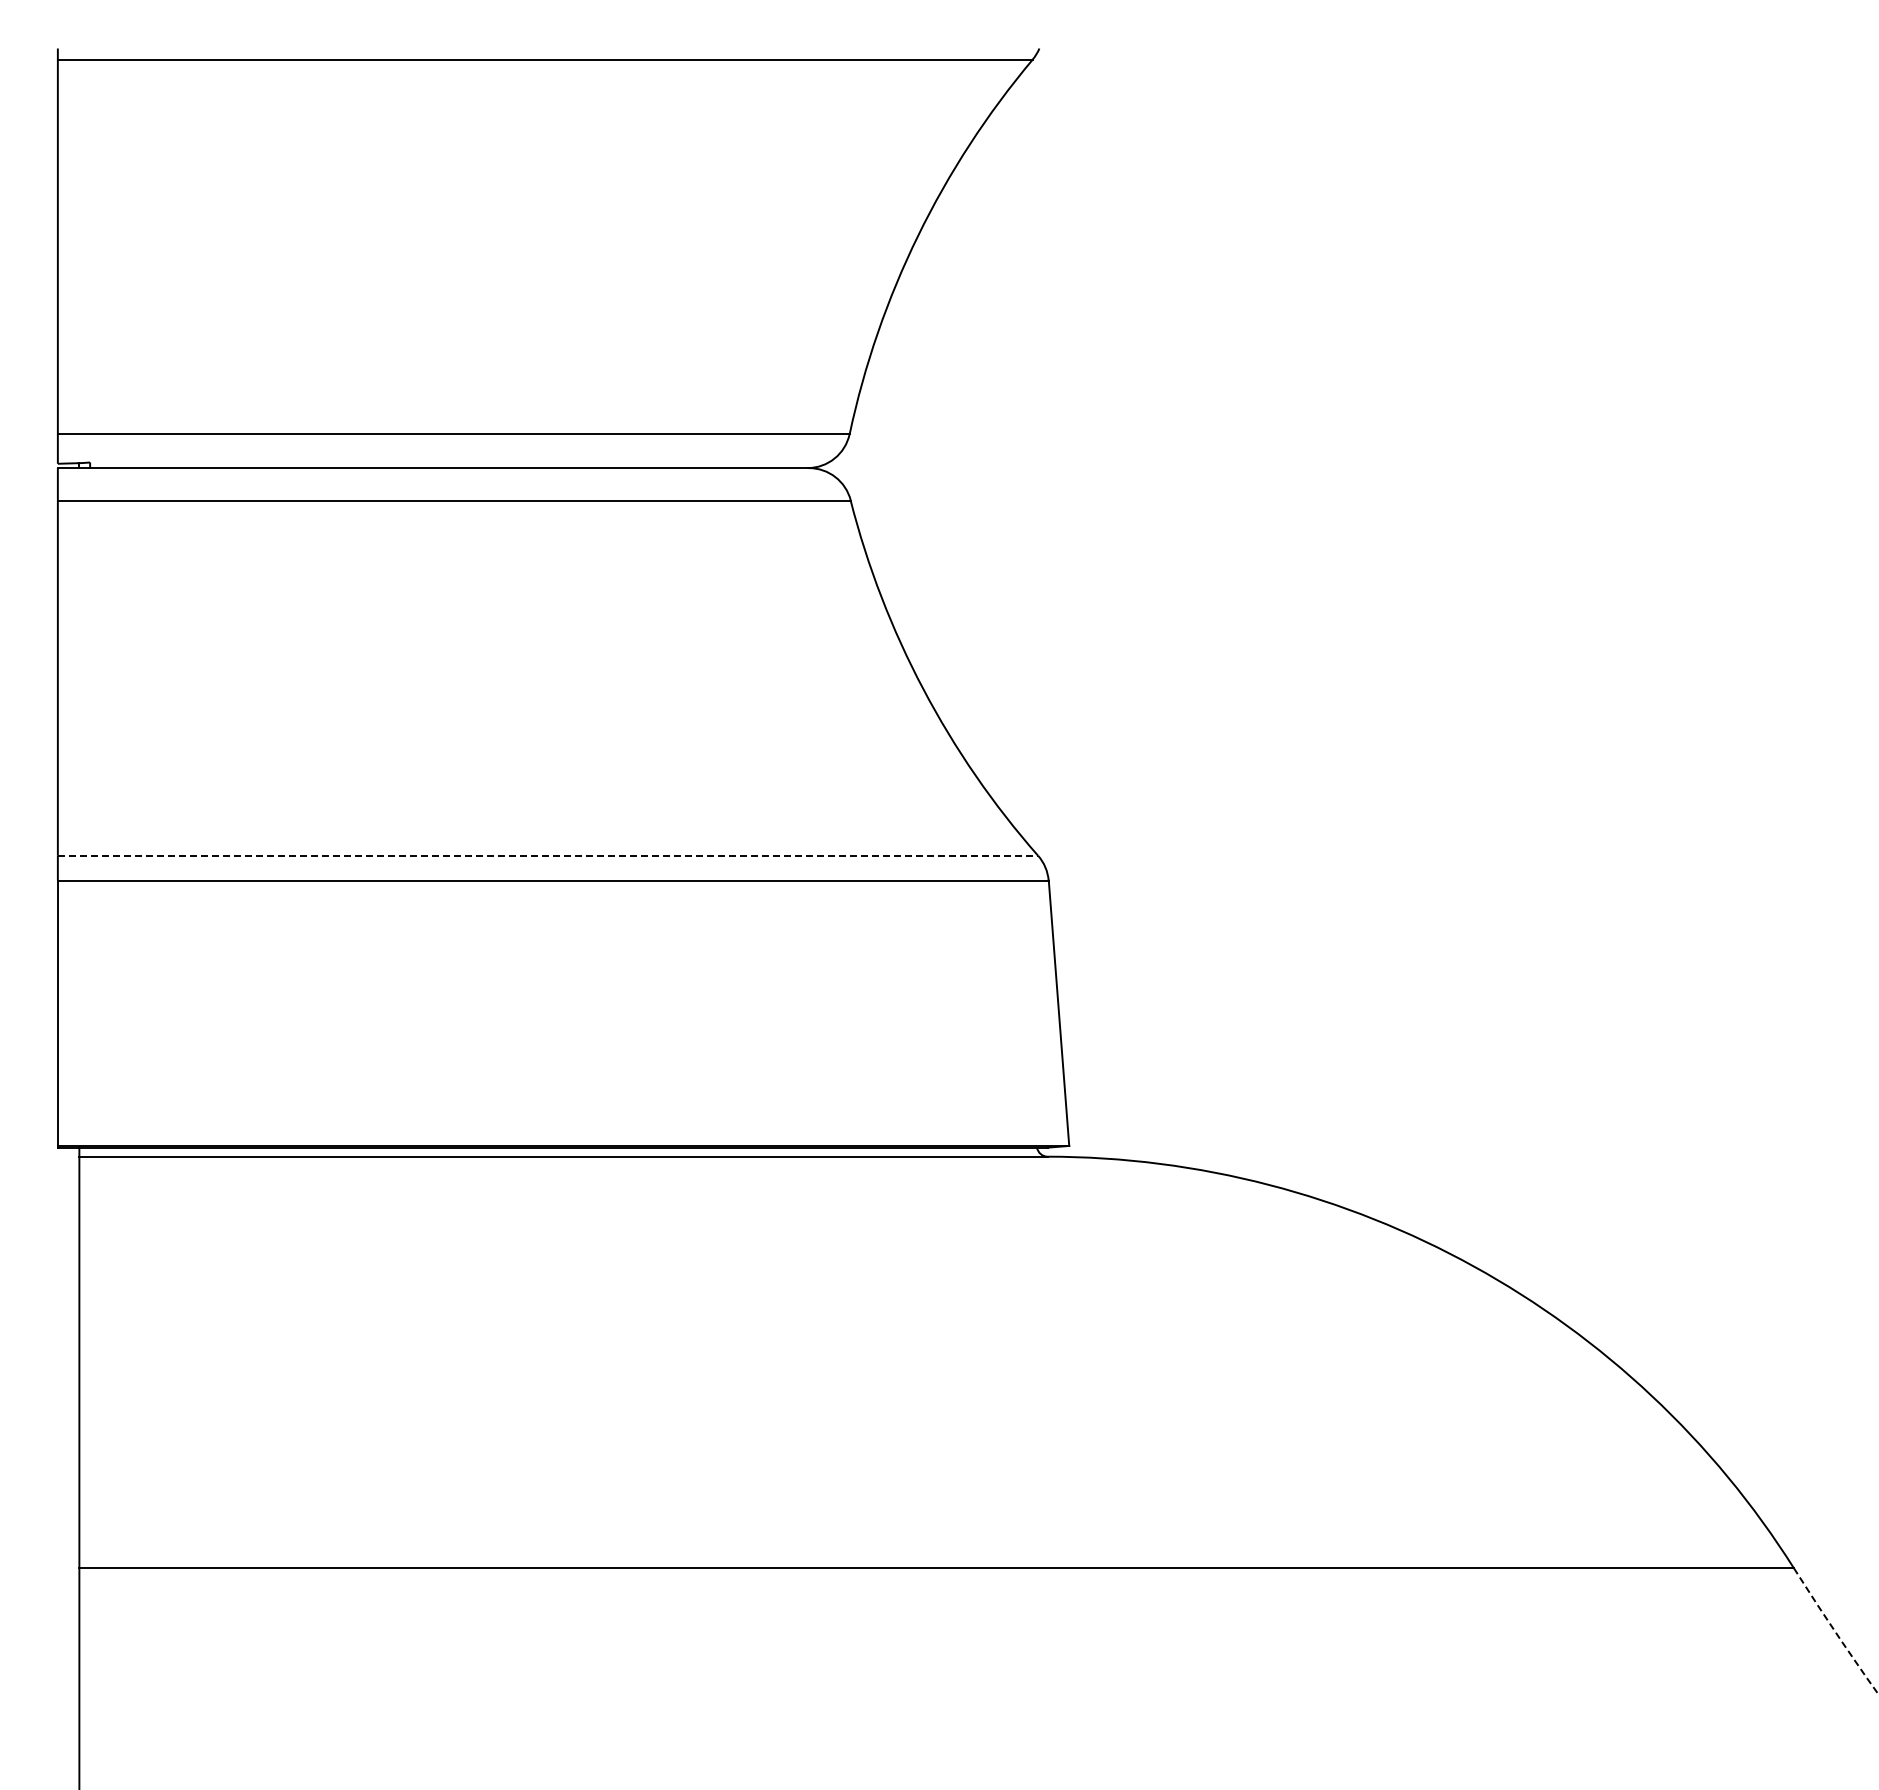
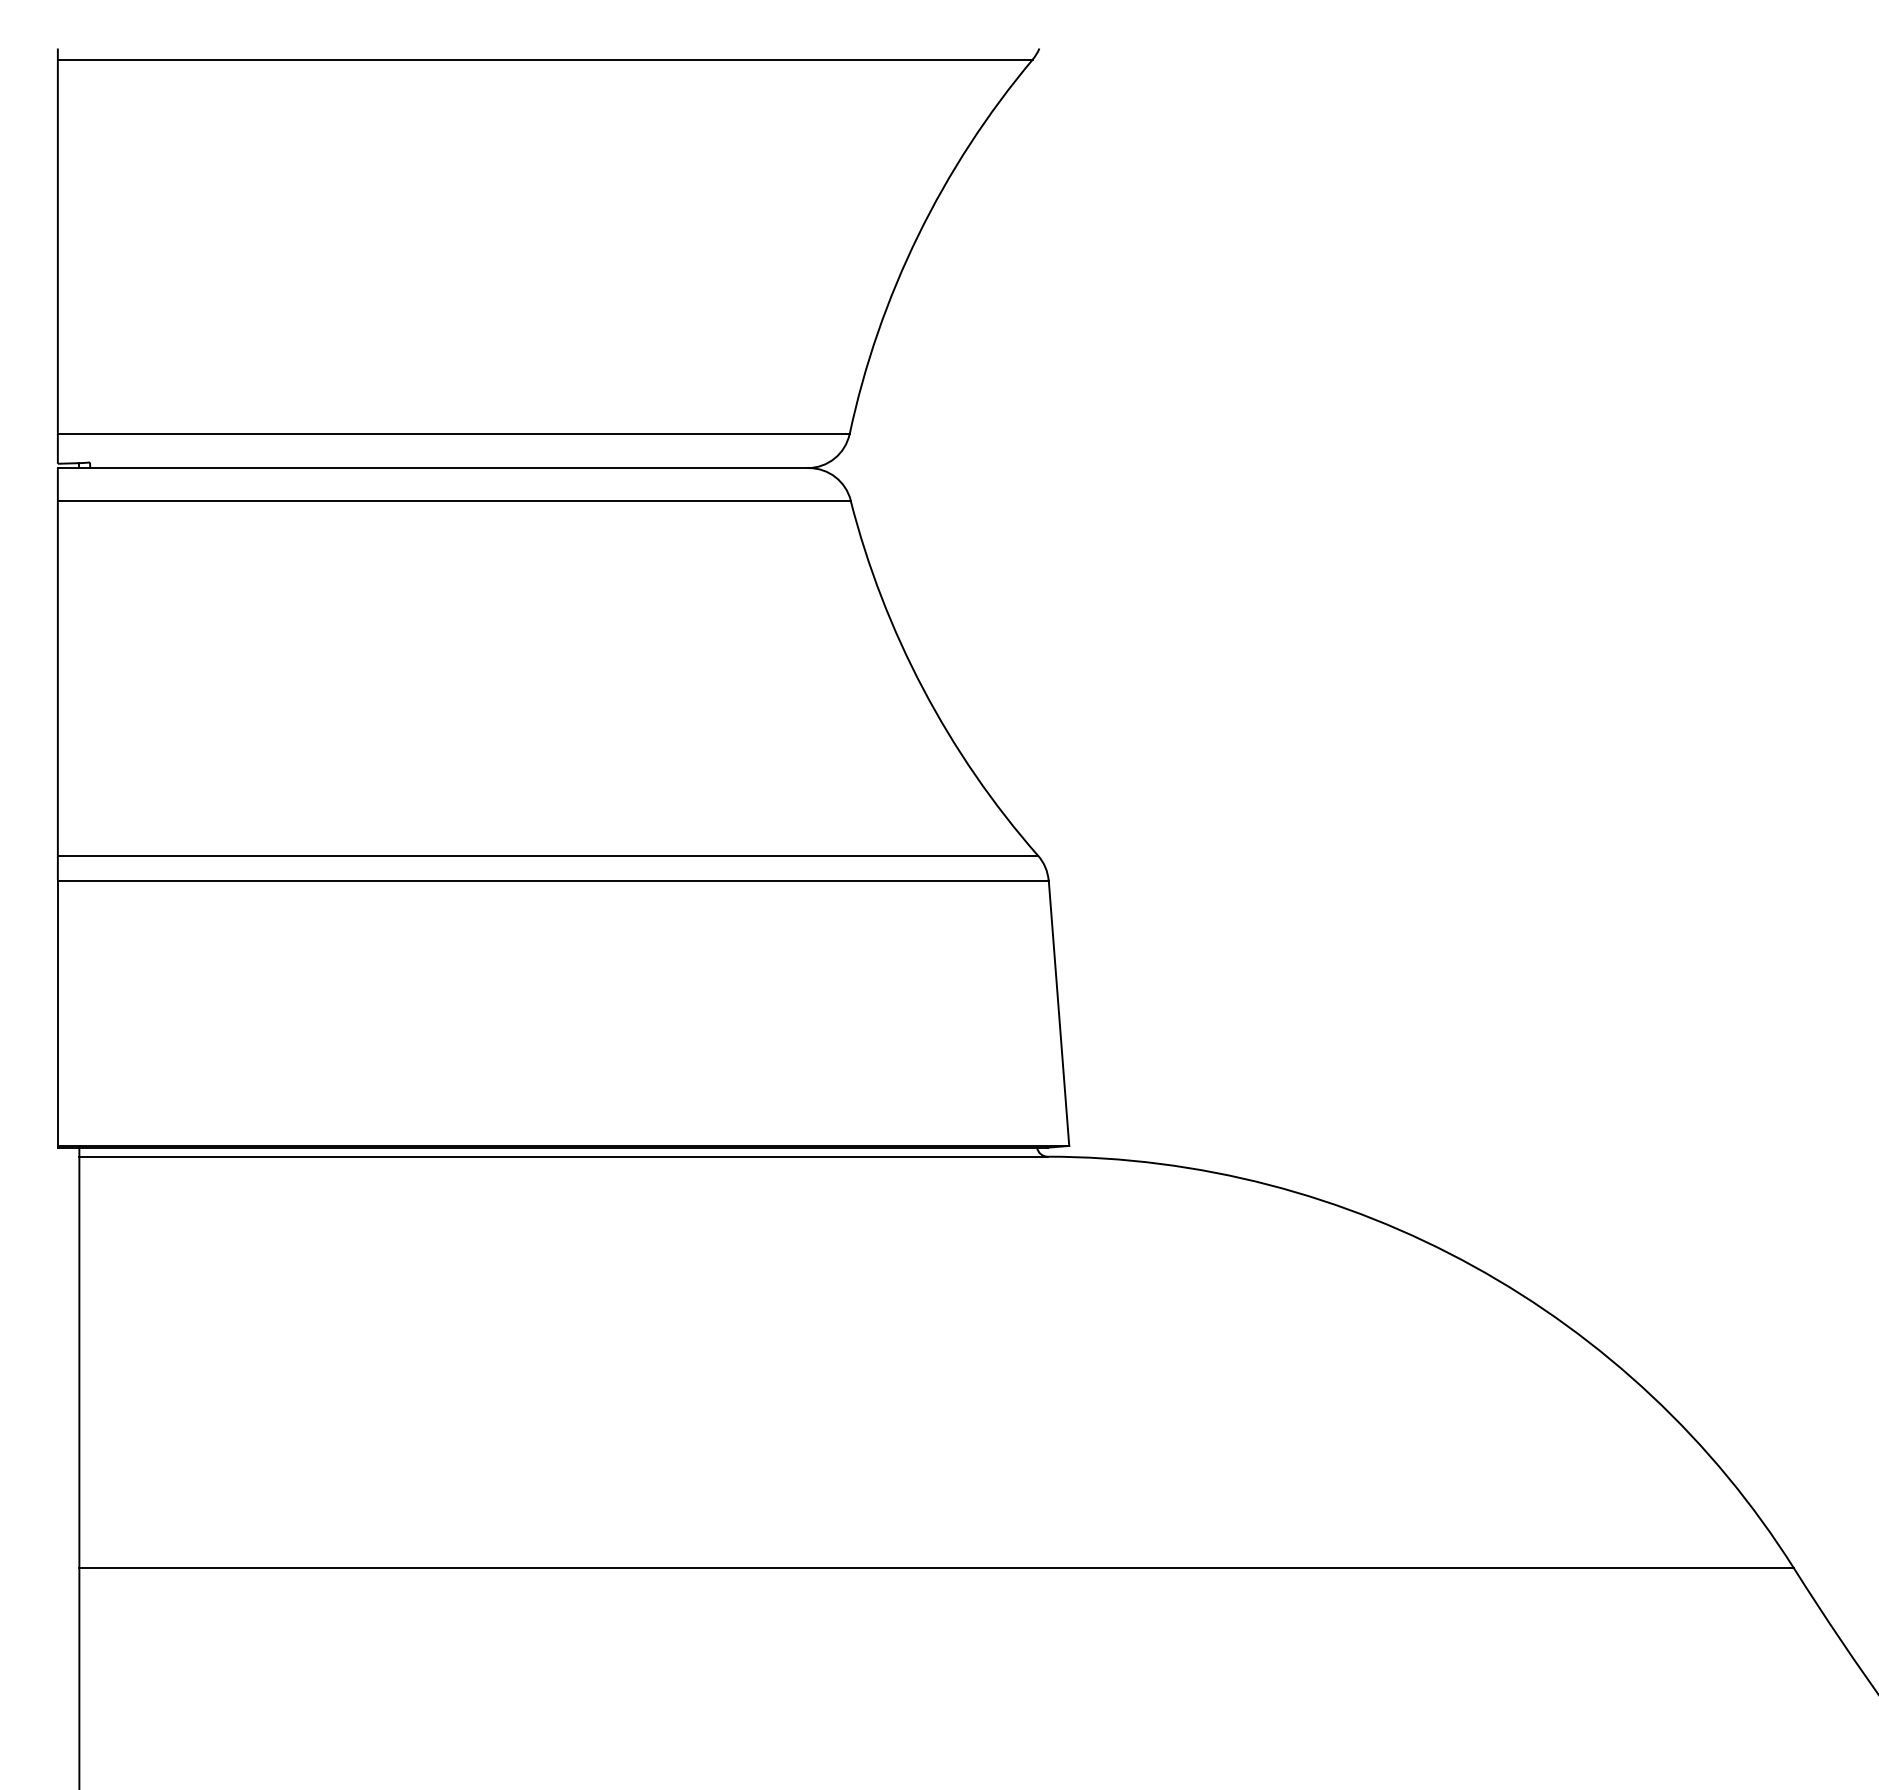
line at (548, 855): dashed -> solid
arc at (1836, 1632): dashed -> solid
